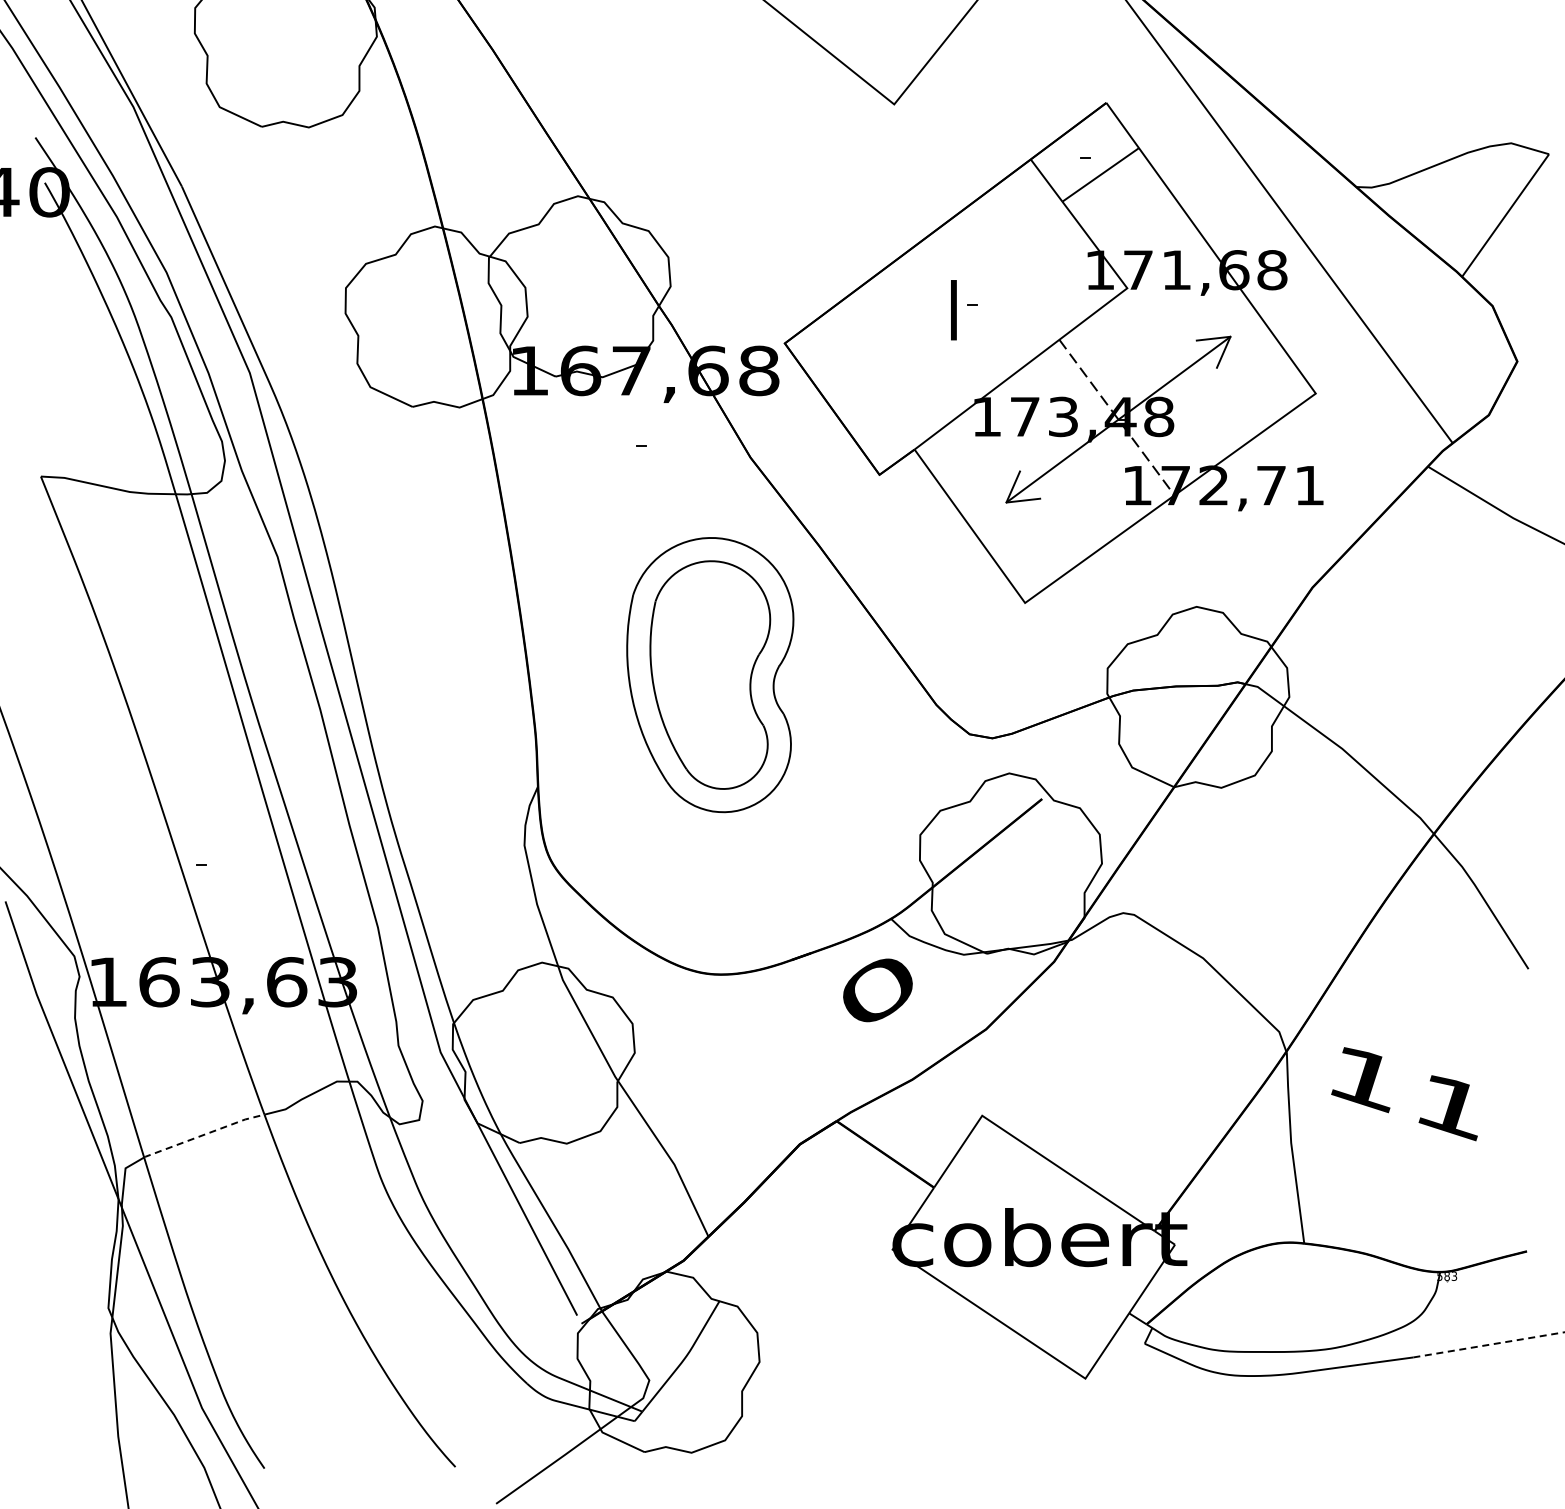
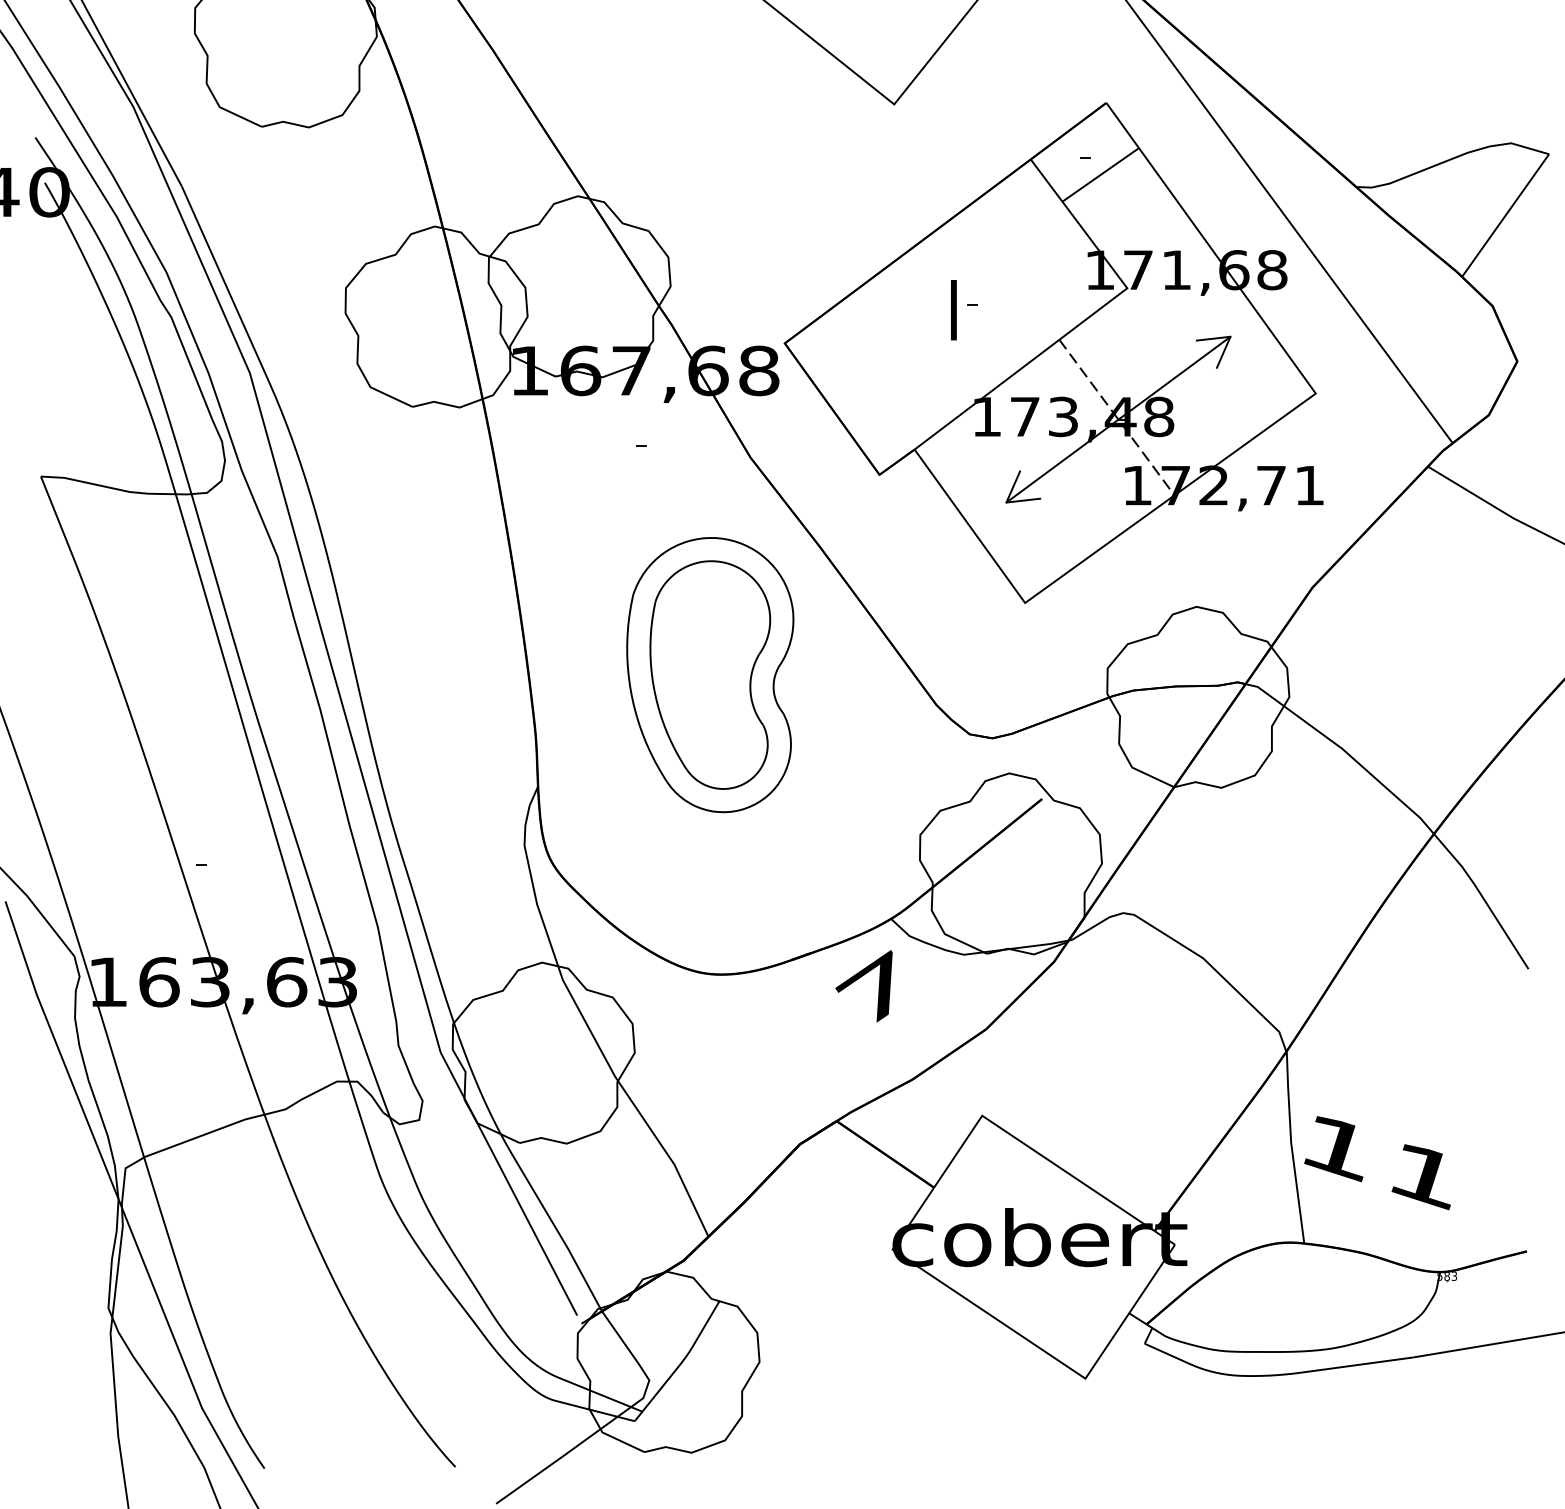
text at (873, 986): 0 -> 7
text at (1404, 1094) position: (1404, 1094) -> (1377, 1163)
line at (204, 1134): dashed -> solid
line at (1489, 1344): dashed -> solid
